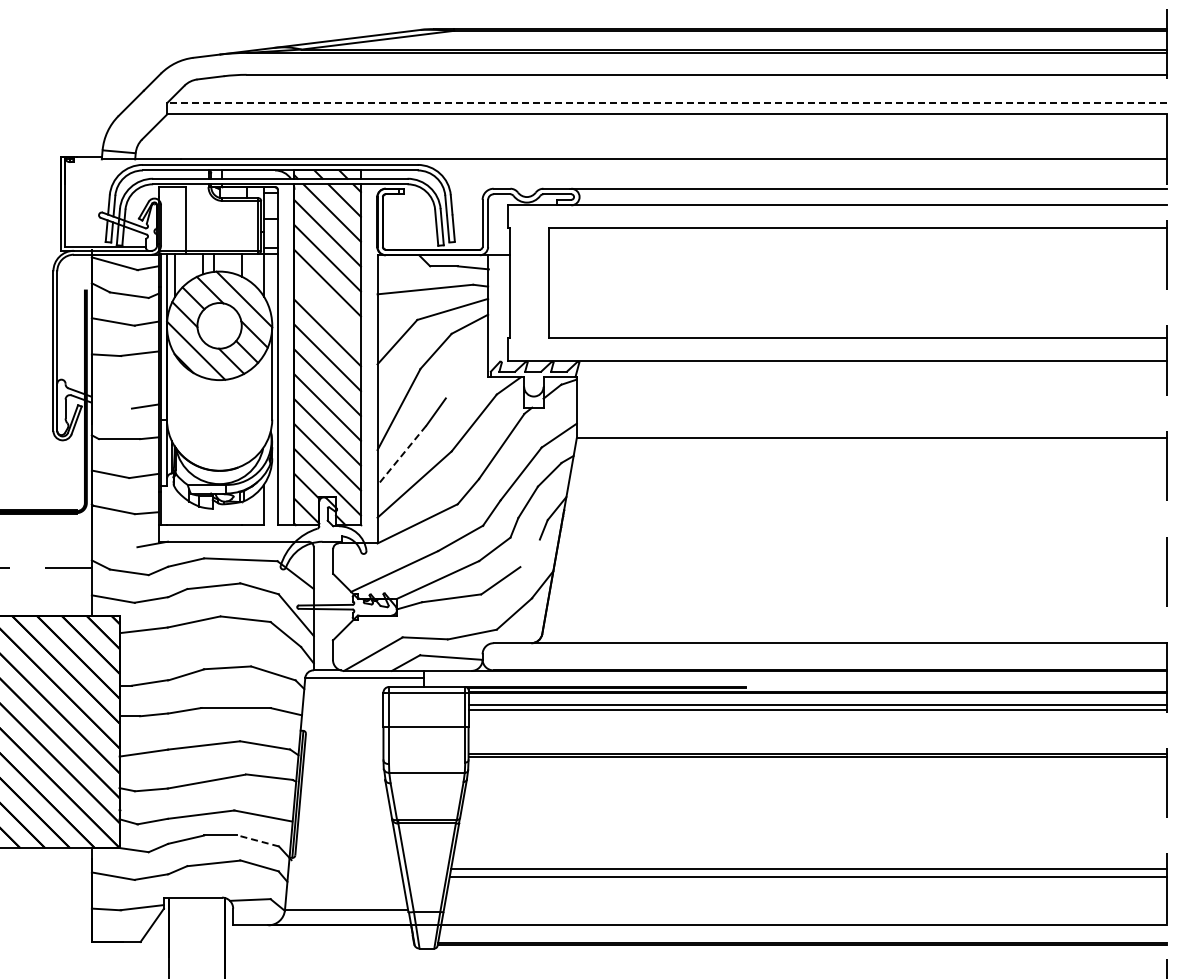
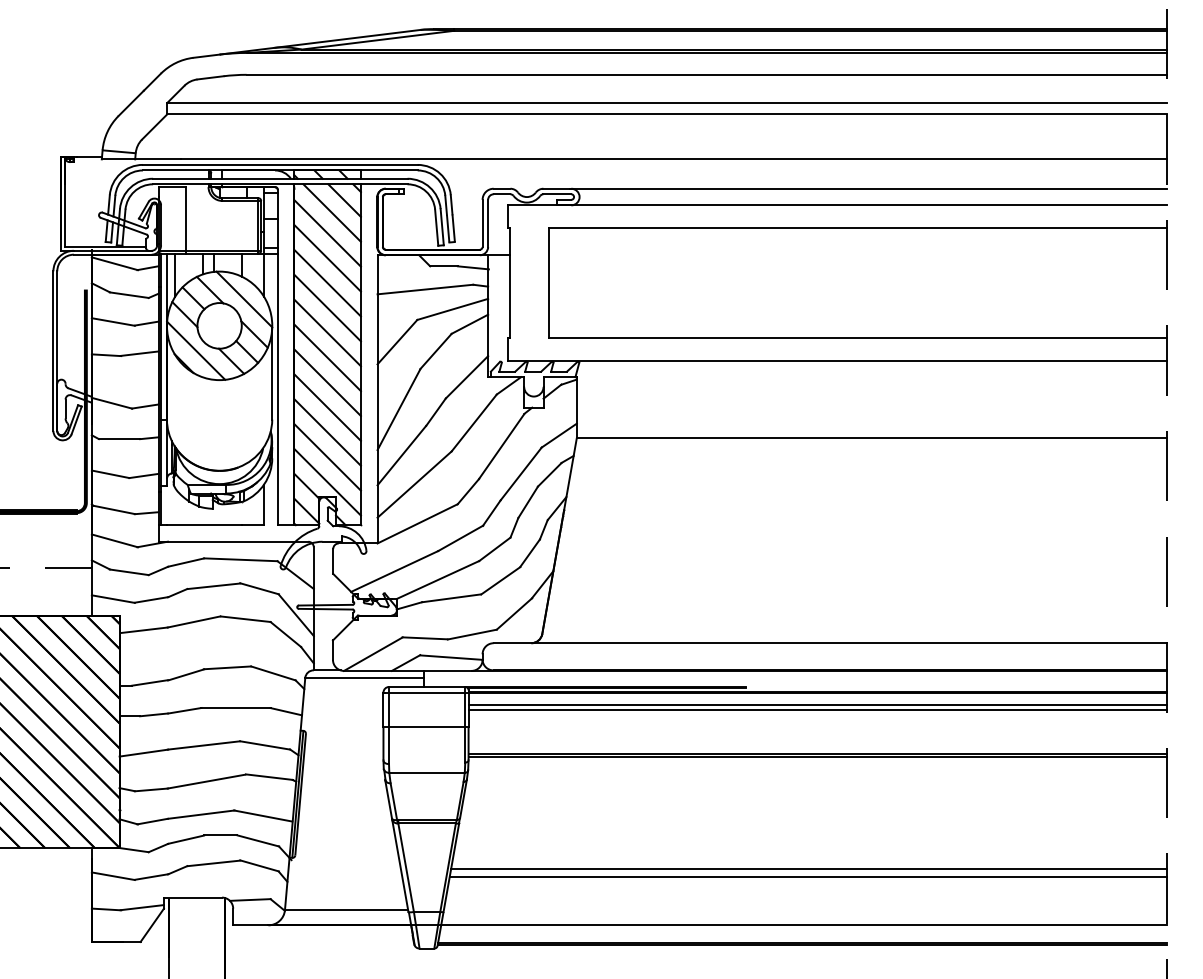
line at (667, 102): dashed -> solid
line at (327, 307): none -> present
line at (466, 377): none -> present
line at (111, 402): none -> present
line at (401, 456): dashed -> solid
line at (114, 540): none -> present
line at (529, 552): none -> present
line at (258, 840): dashed -> solid
